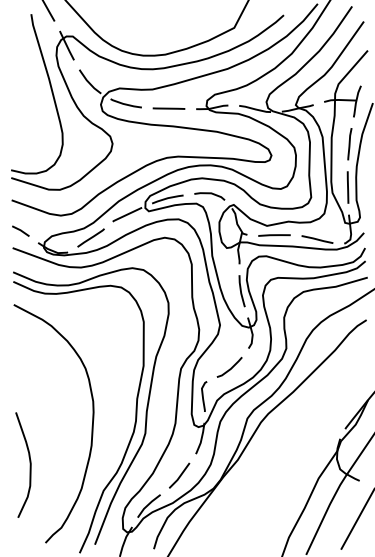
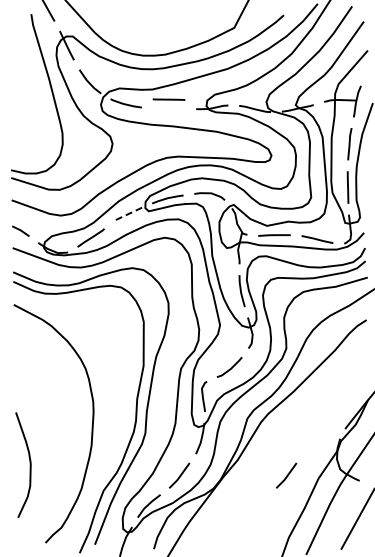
line at (168, 108) position: (168, 108) -> (168, 99)
line at (126, 215): solid -> dashed
line at (286, 475): none -> present
